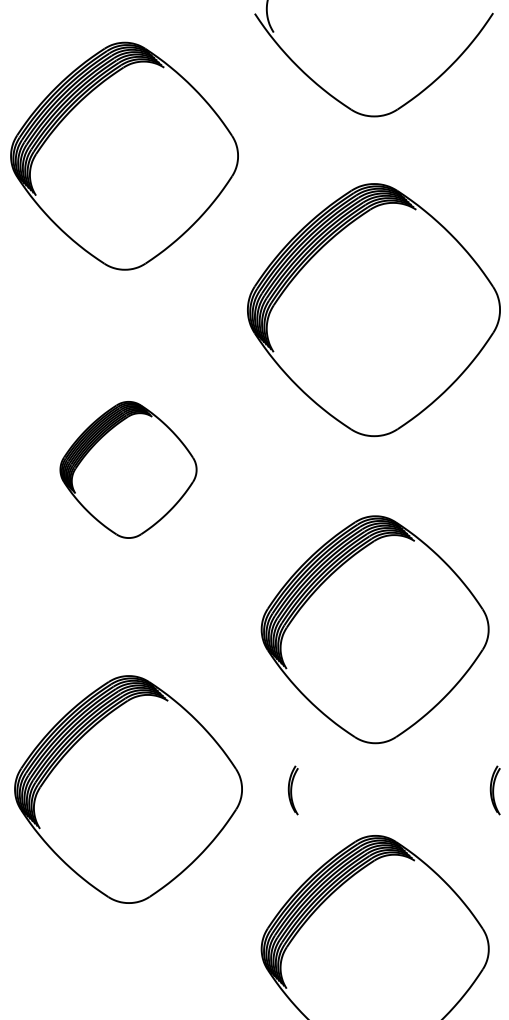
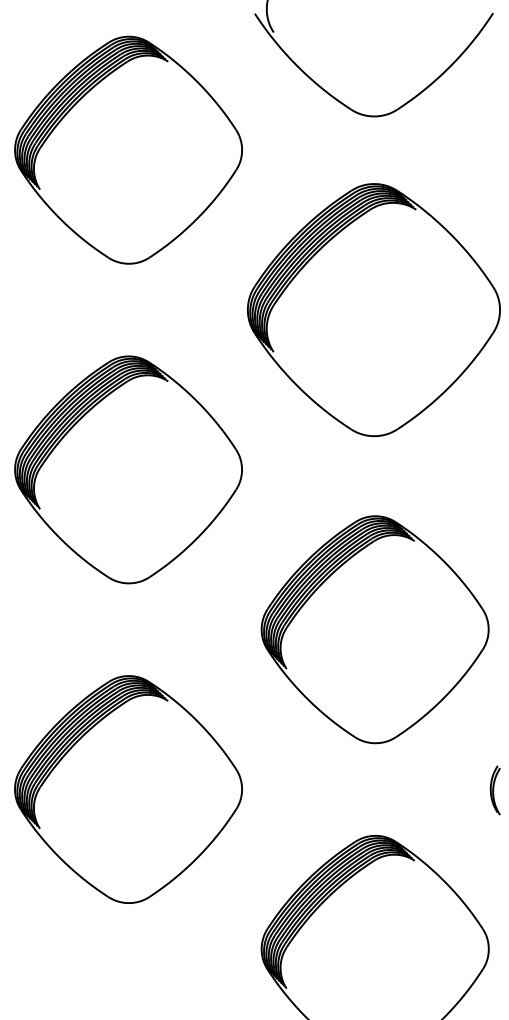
part at (124, 155) position: (124, 155) -> (128, 149)
part at (128, 469) size: 139x138 px -> 229x230 px
part at (292, 790): present -> none
